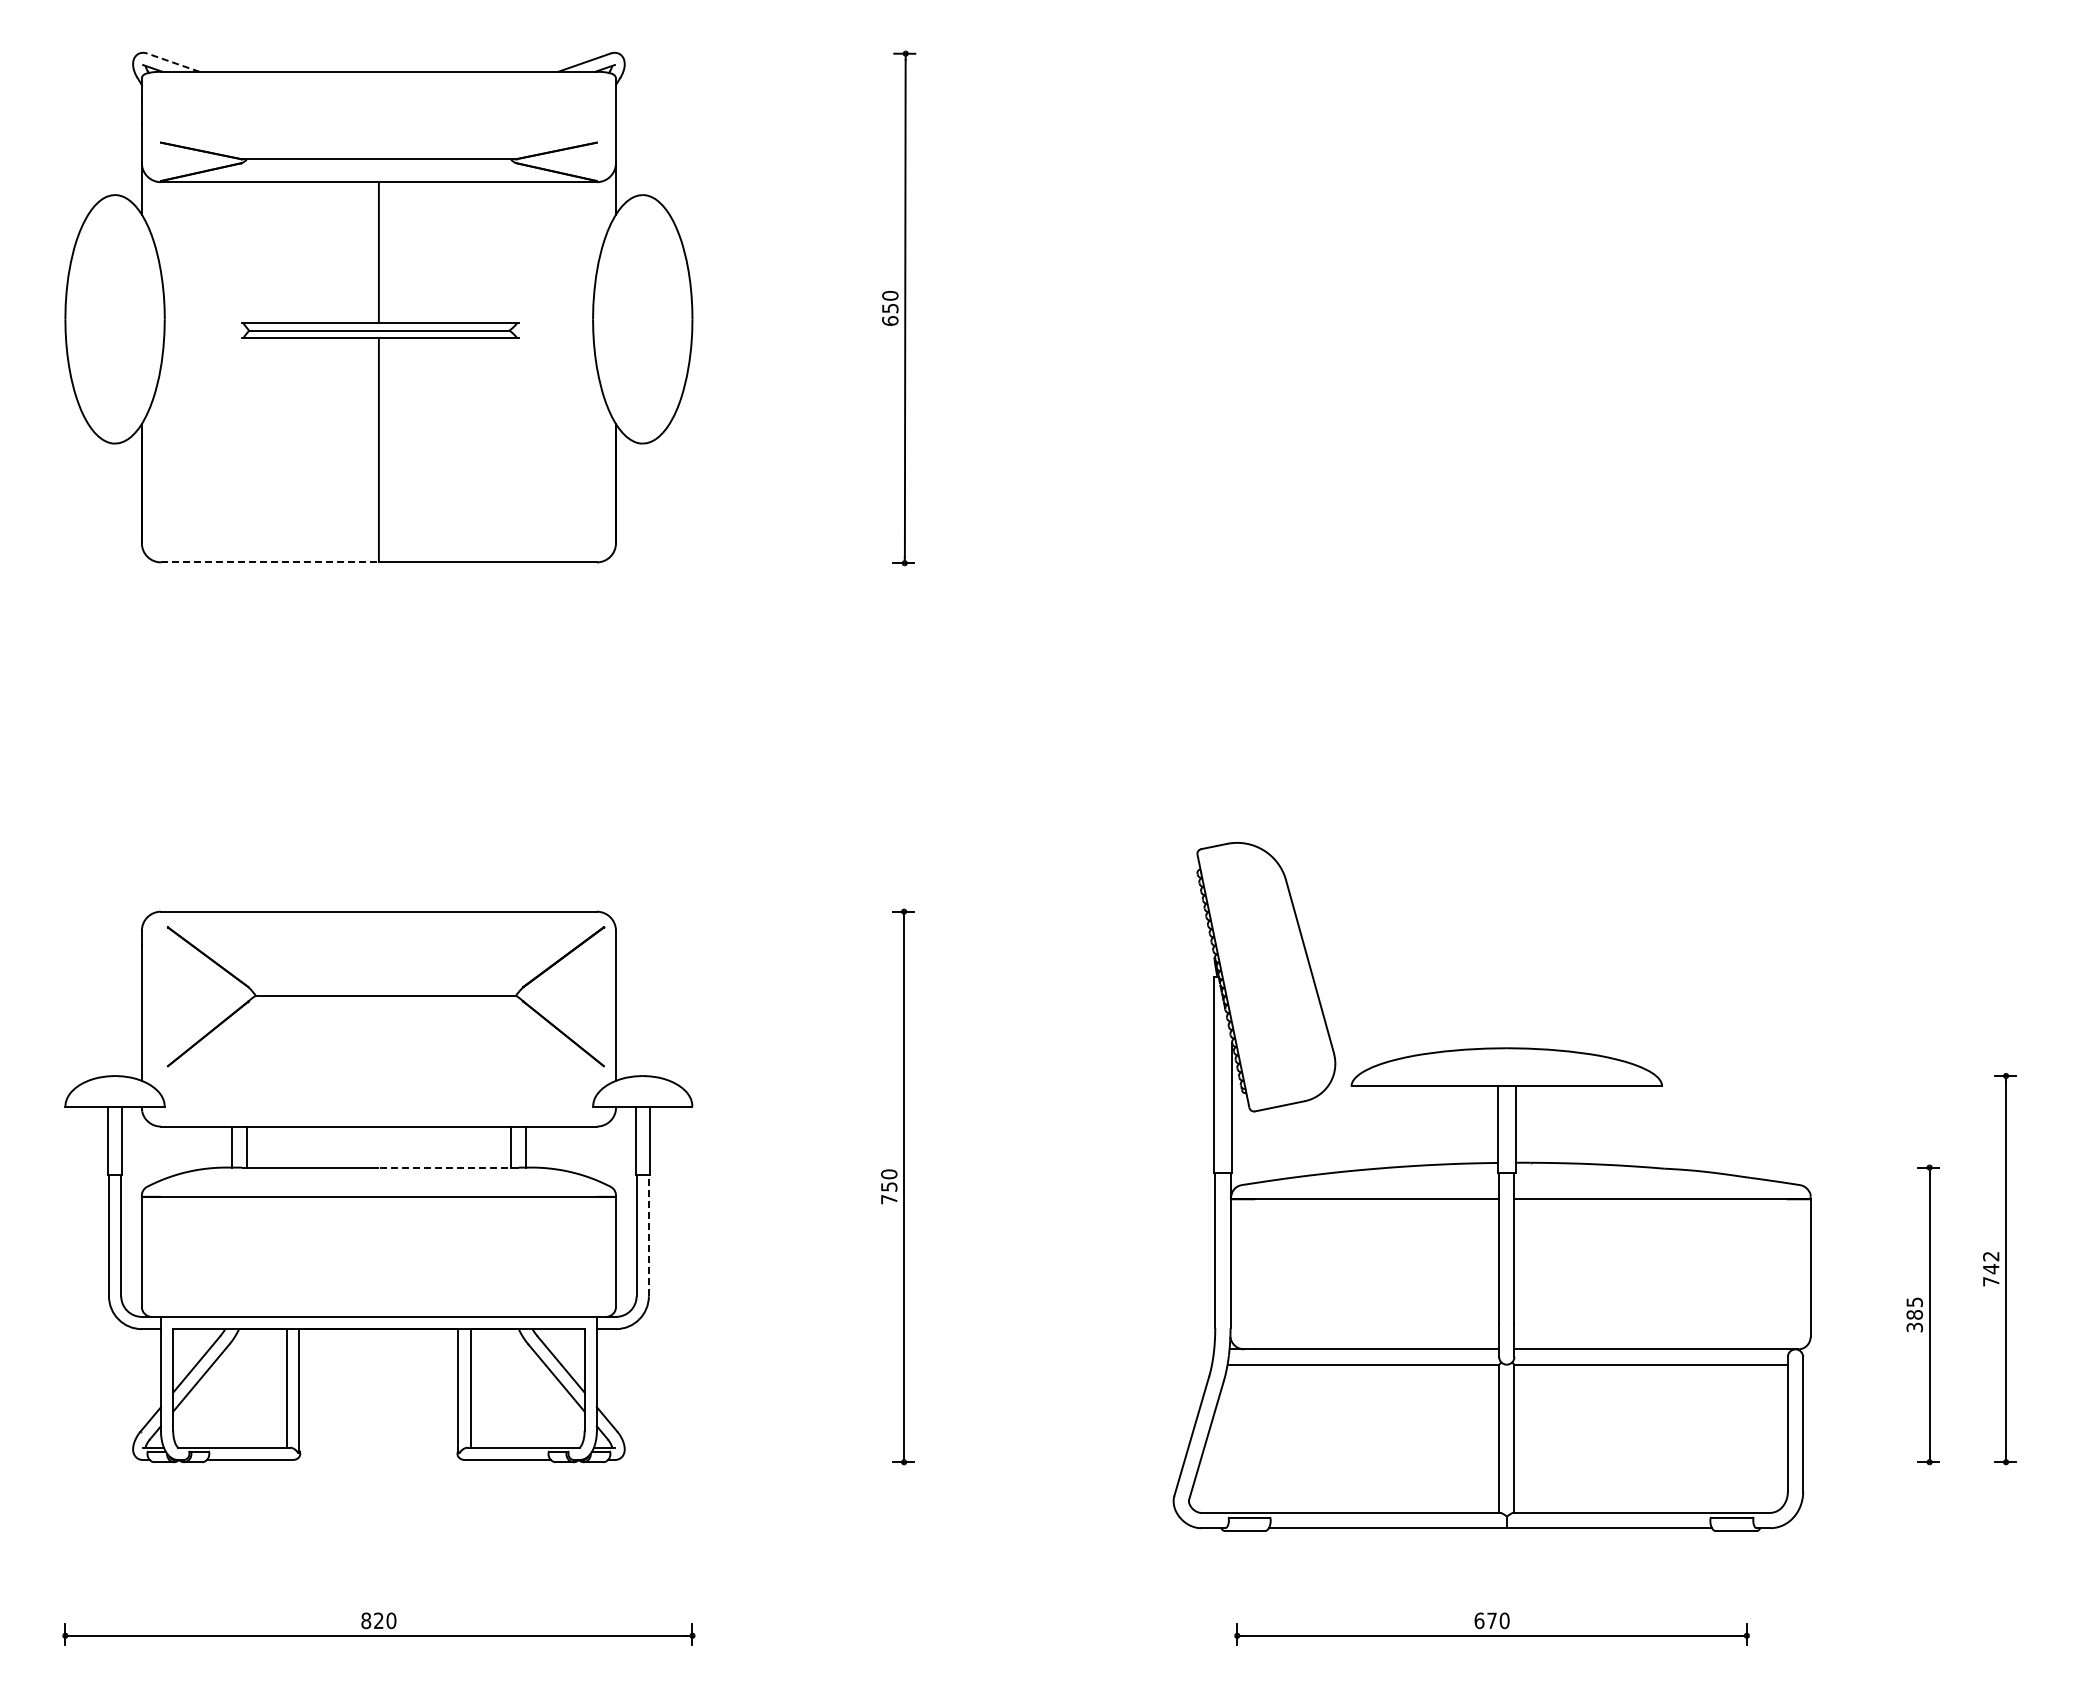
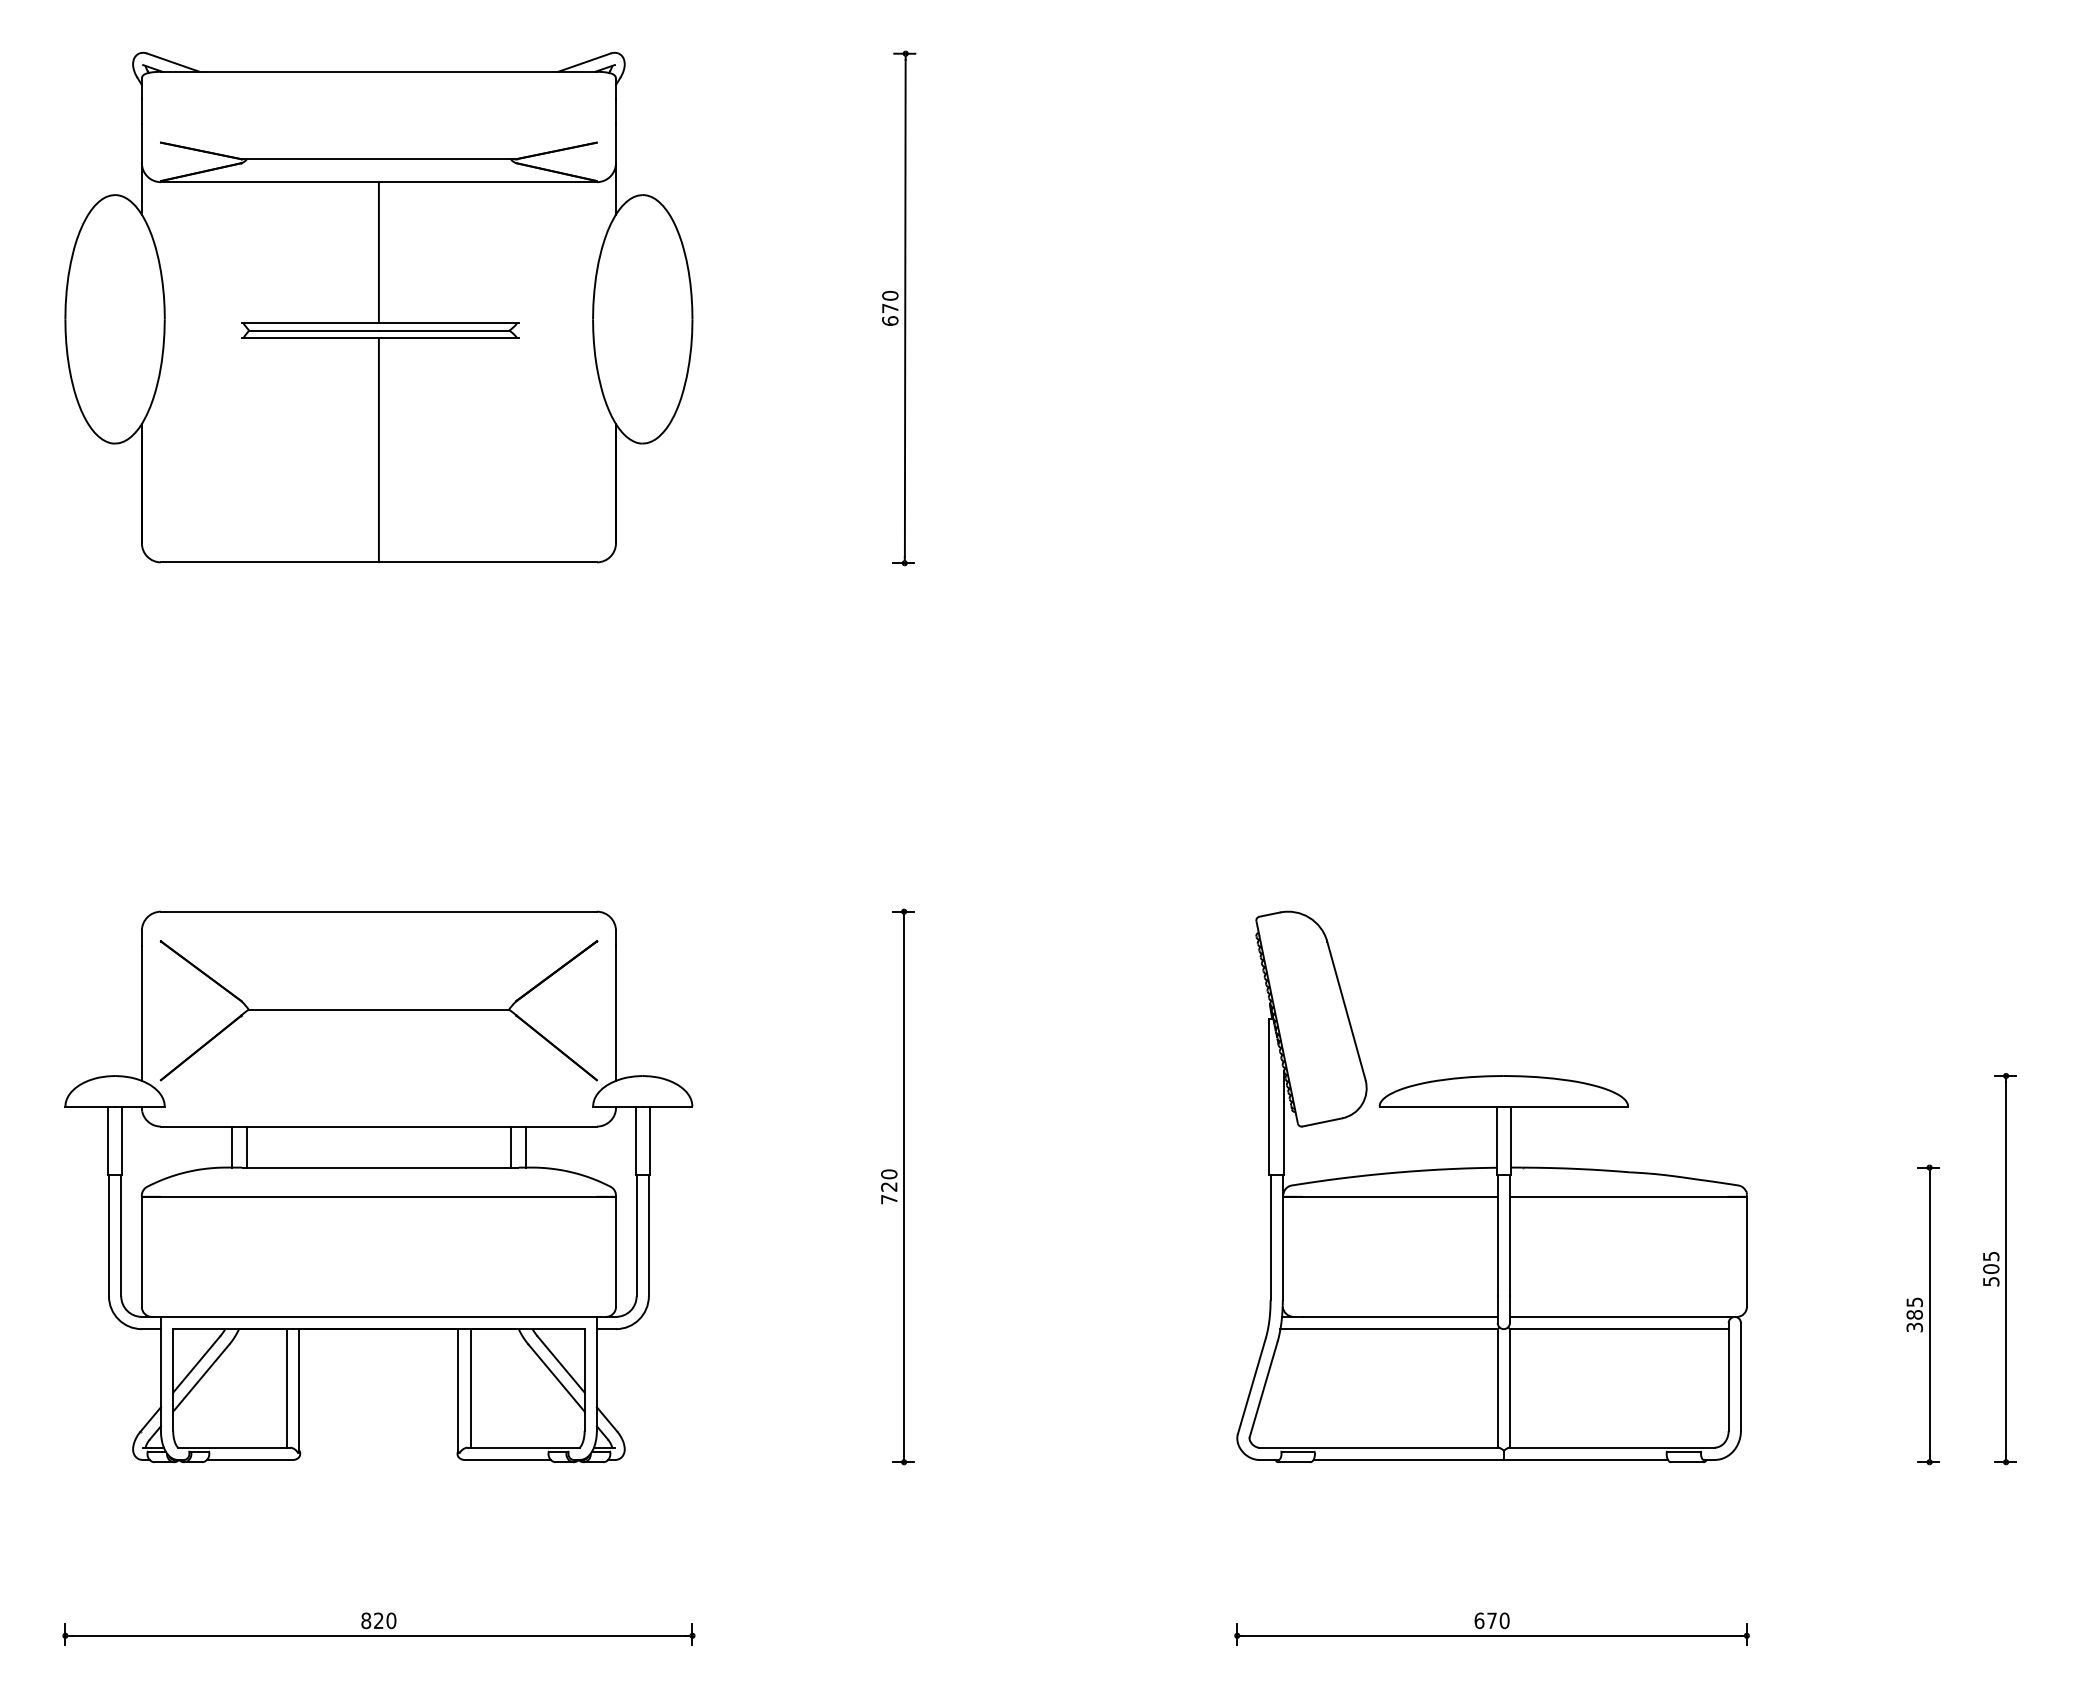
line at (173, 62): dashed -> solid
text at (890, 308): 650 -> 670
line at (269, 562): dashed -> solid
part at (385, 996) position: (385, 996) -> (378, 1010)
line at (448, 1167): dashed -> solid
text at (889, 1186): 750 -> 720
part at (1491, 1186) size: 640x690 px -> 512x554 px
line at (648, 1235): dashed -> solid
text at (1991, 1269): 742 -> 505
